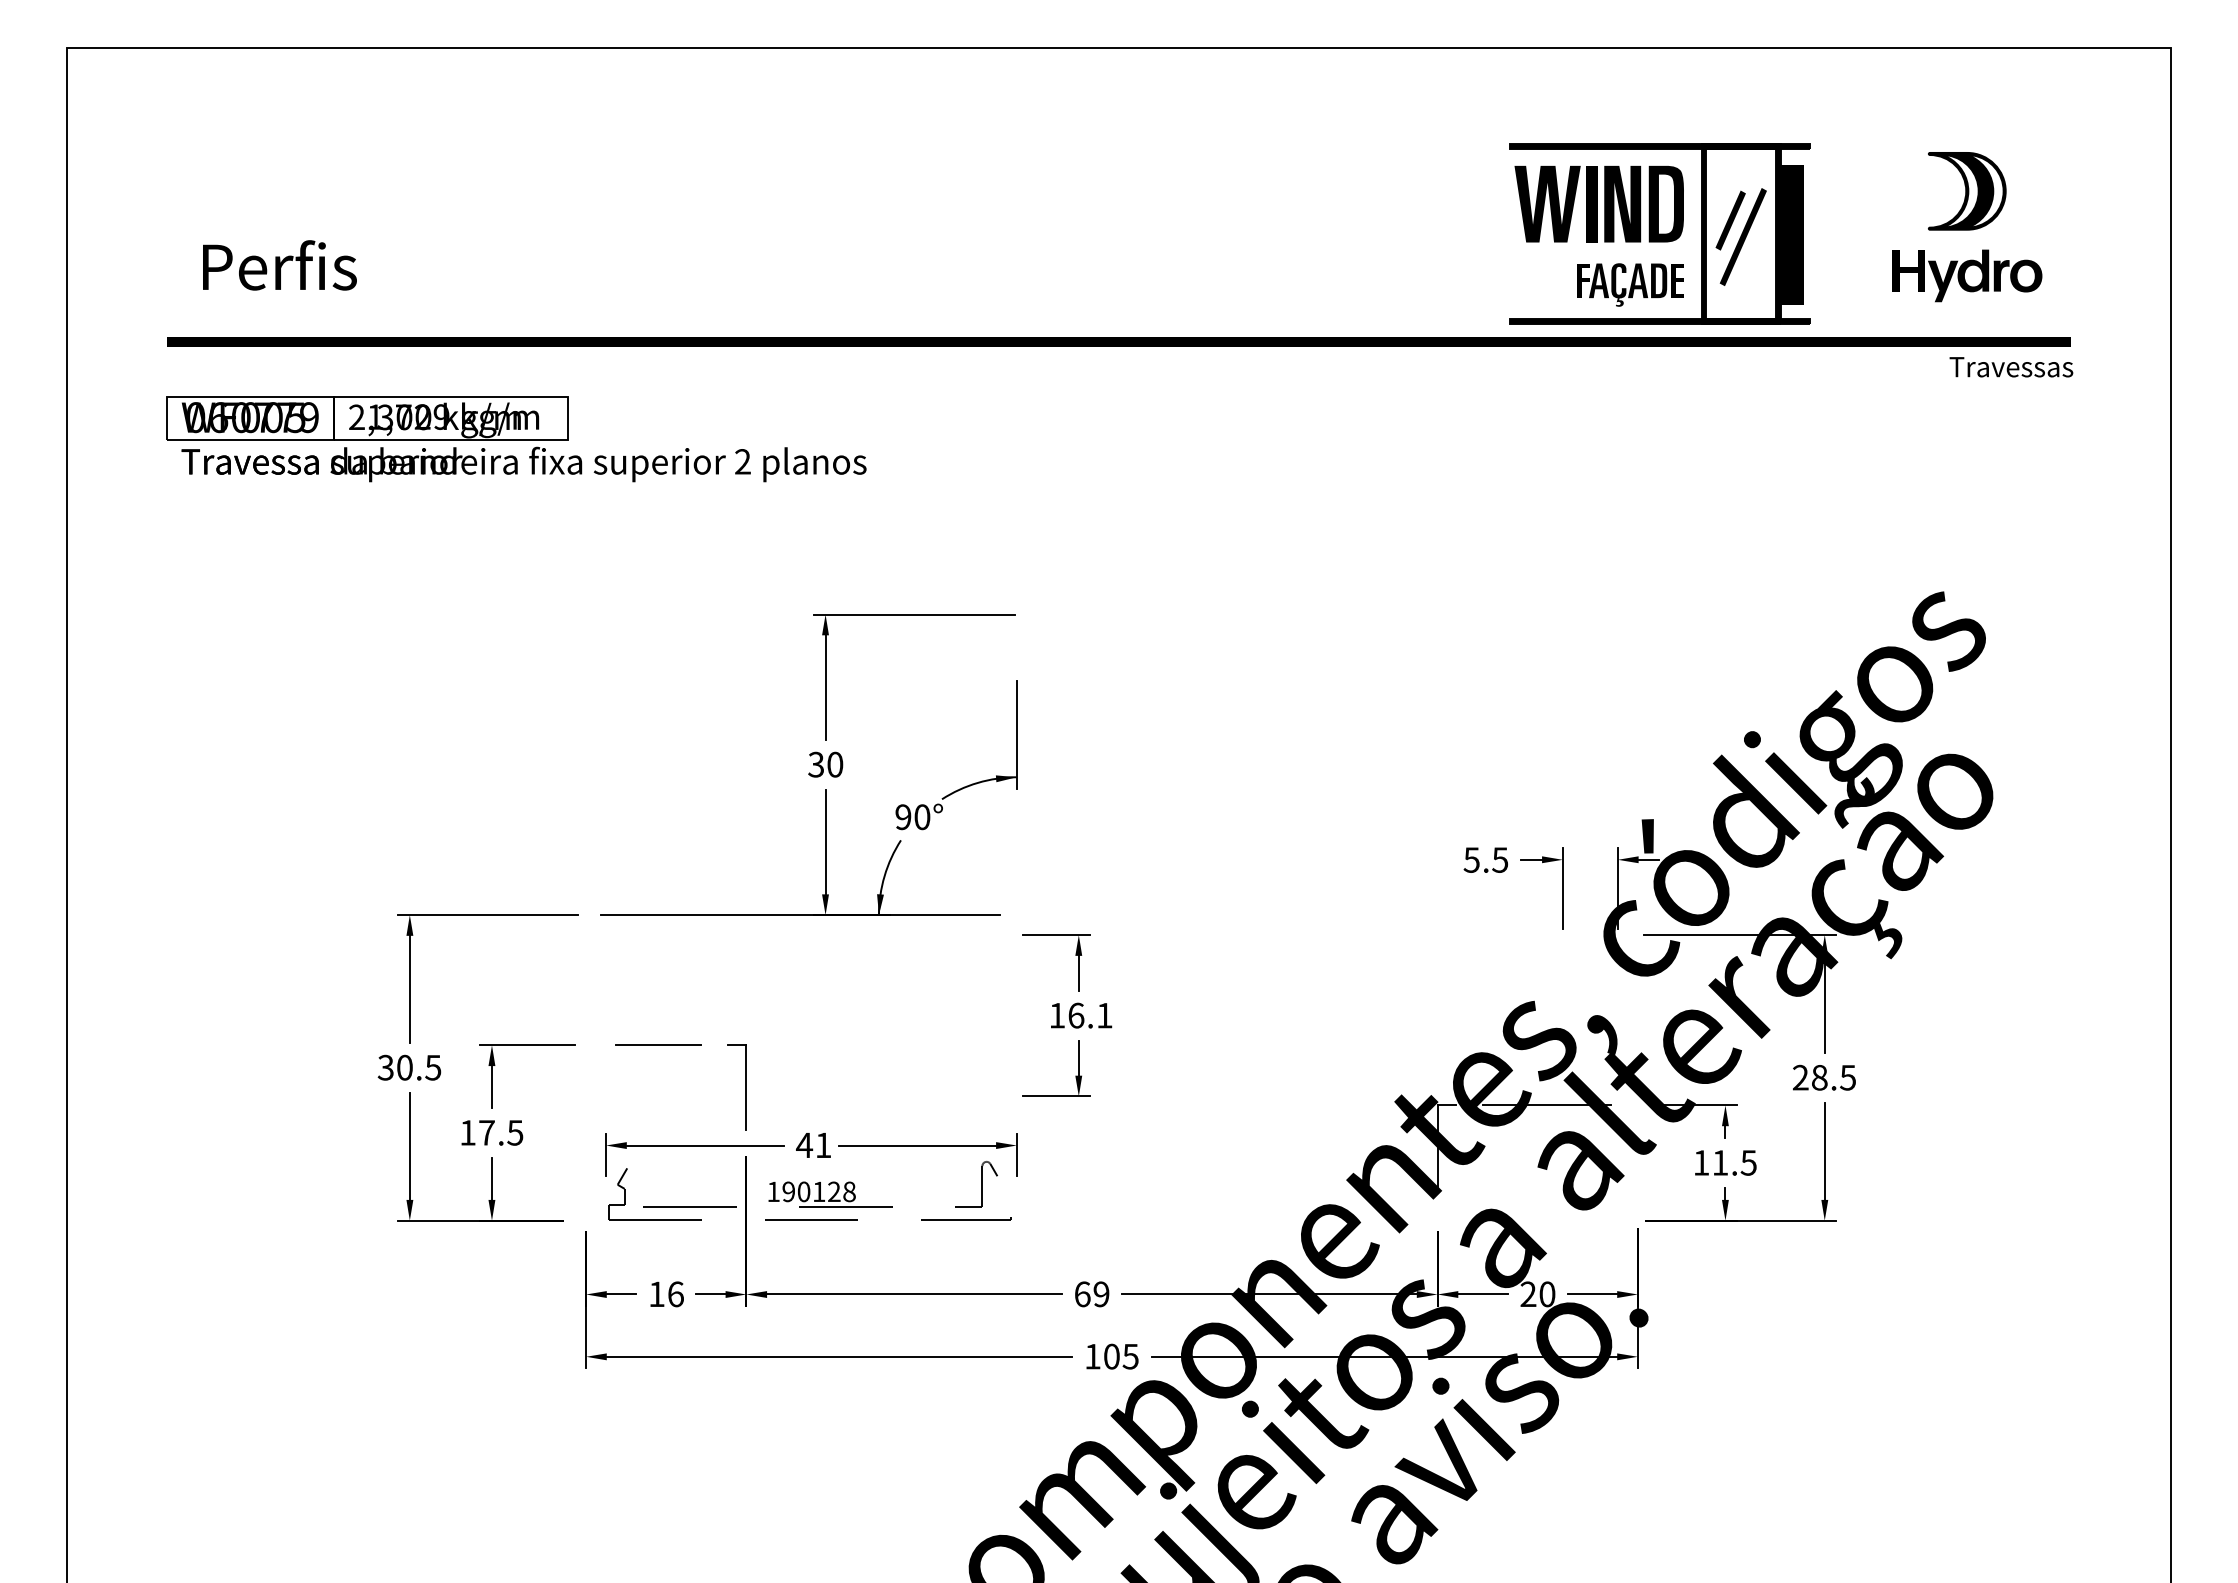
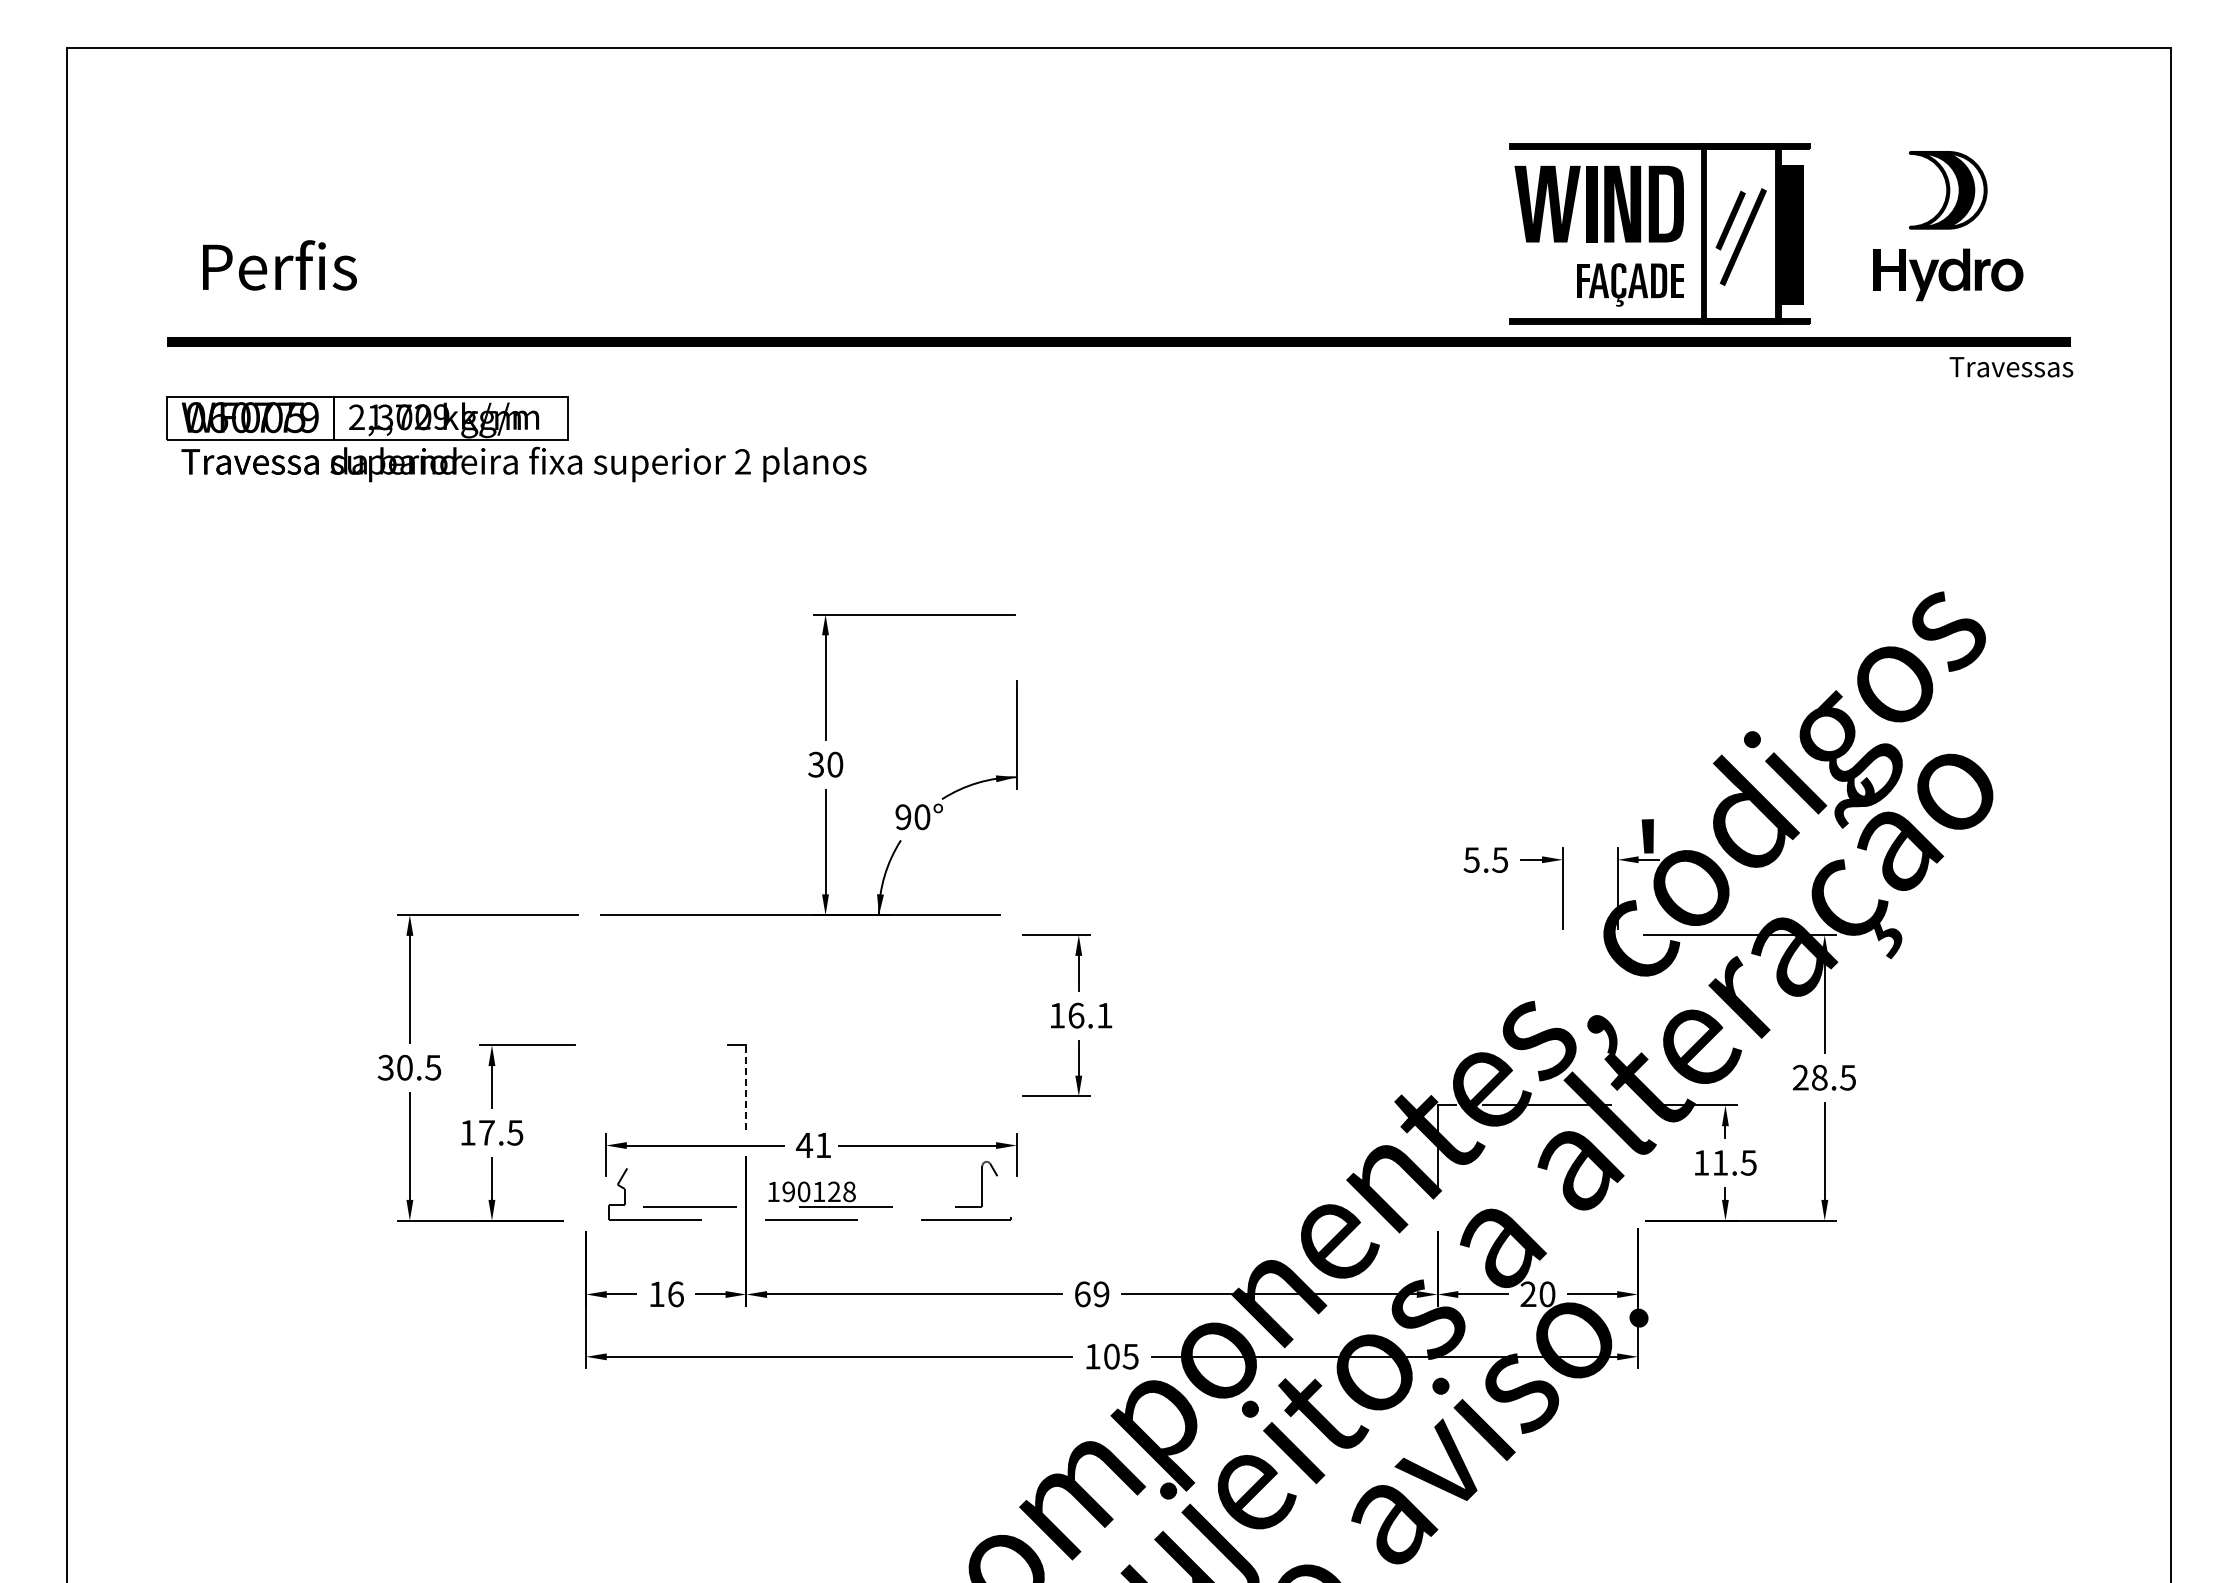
part at (1967, 227) position: (1967, 227) -> (1948, 226)
line at (658, 1045): present -> none
line at (746, 1087): solid -> dashed
